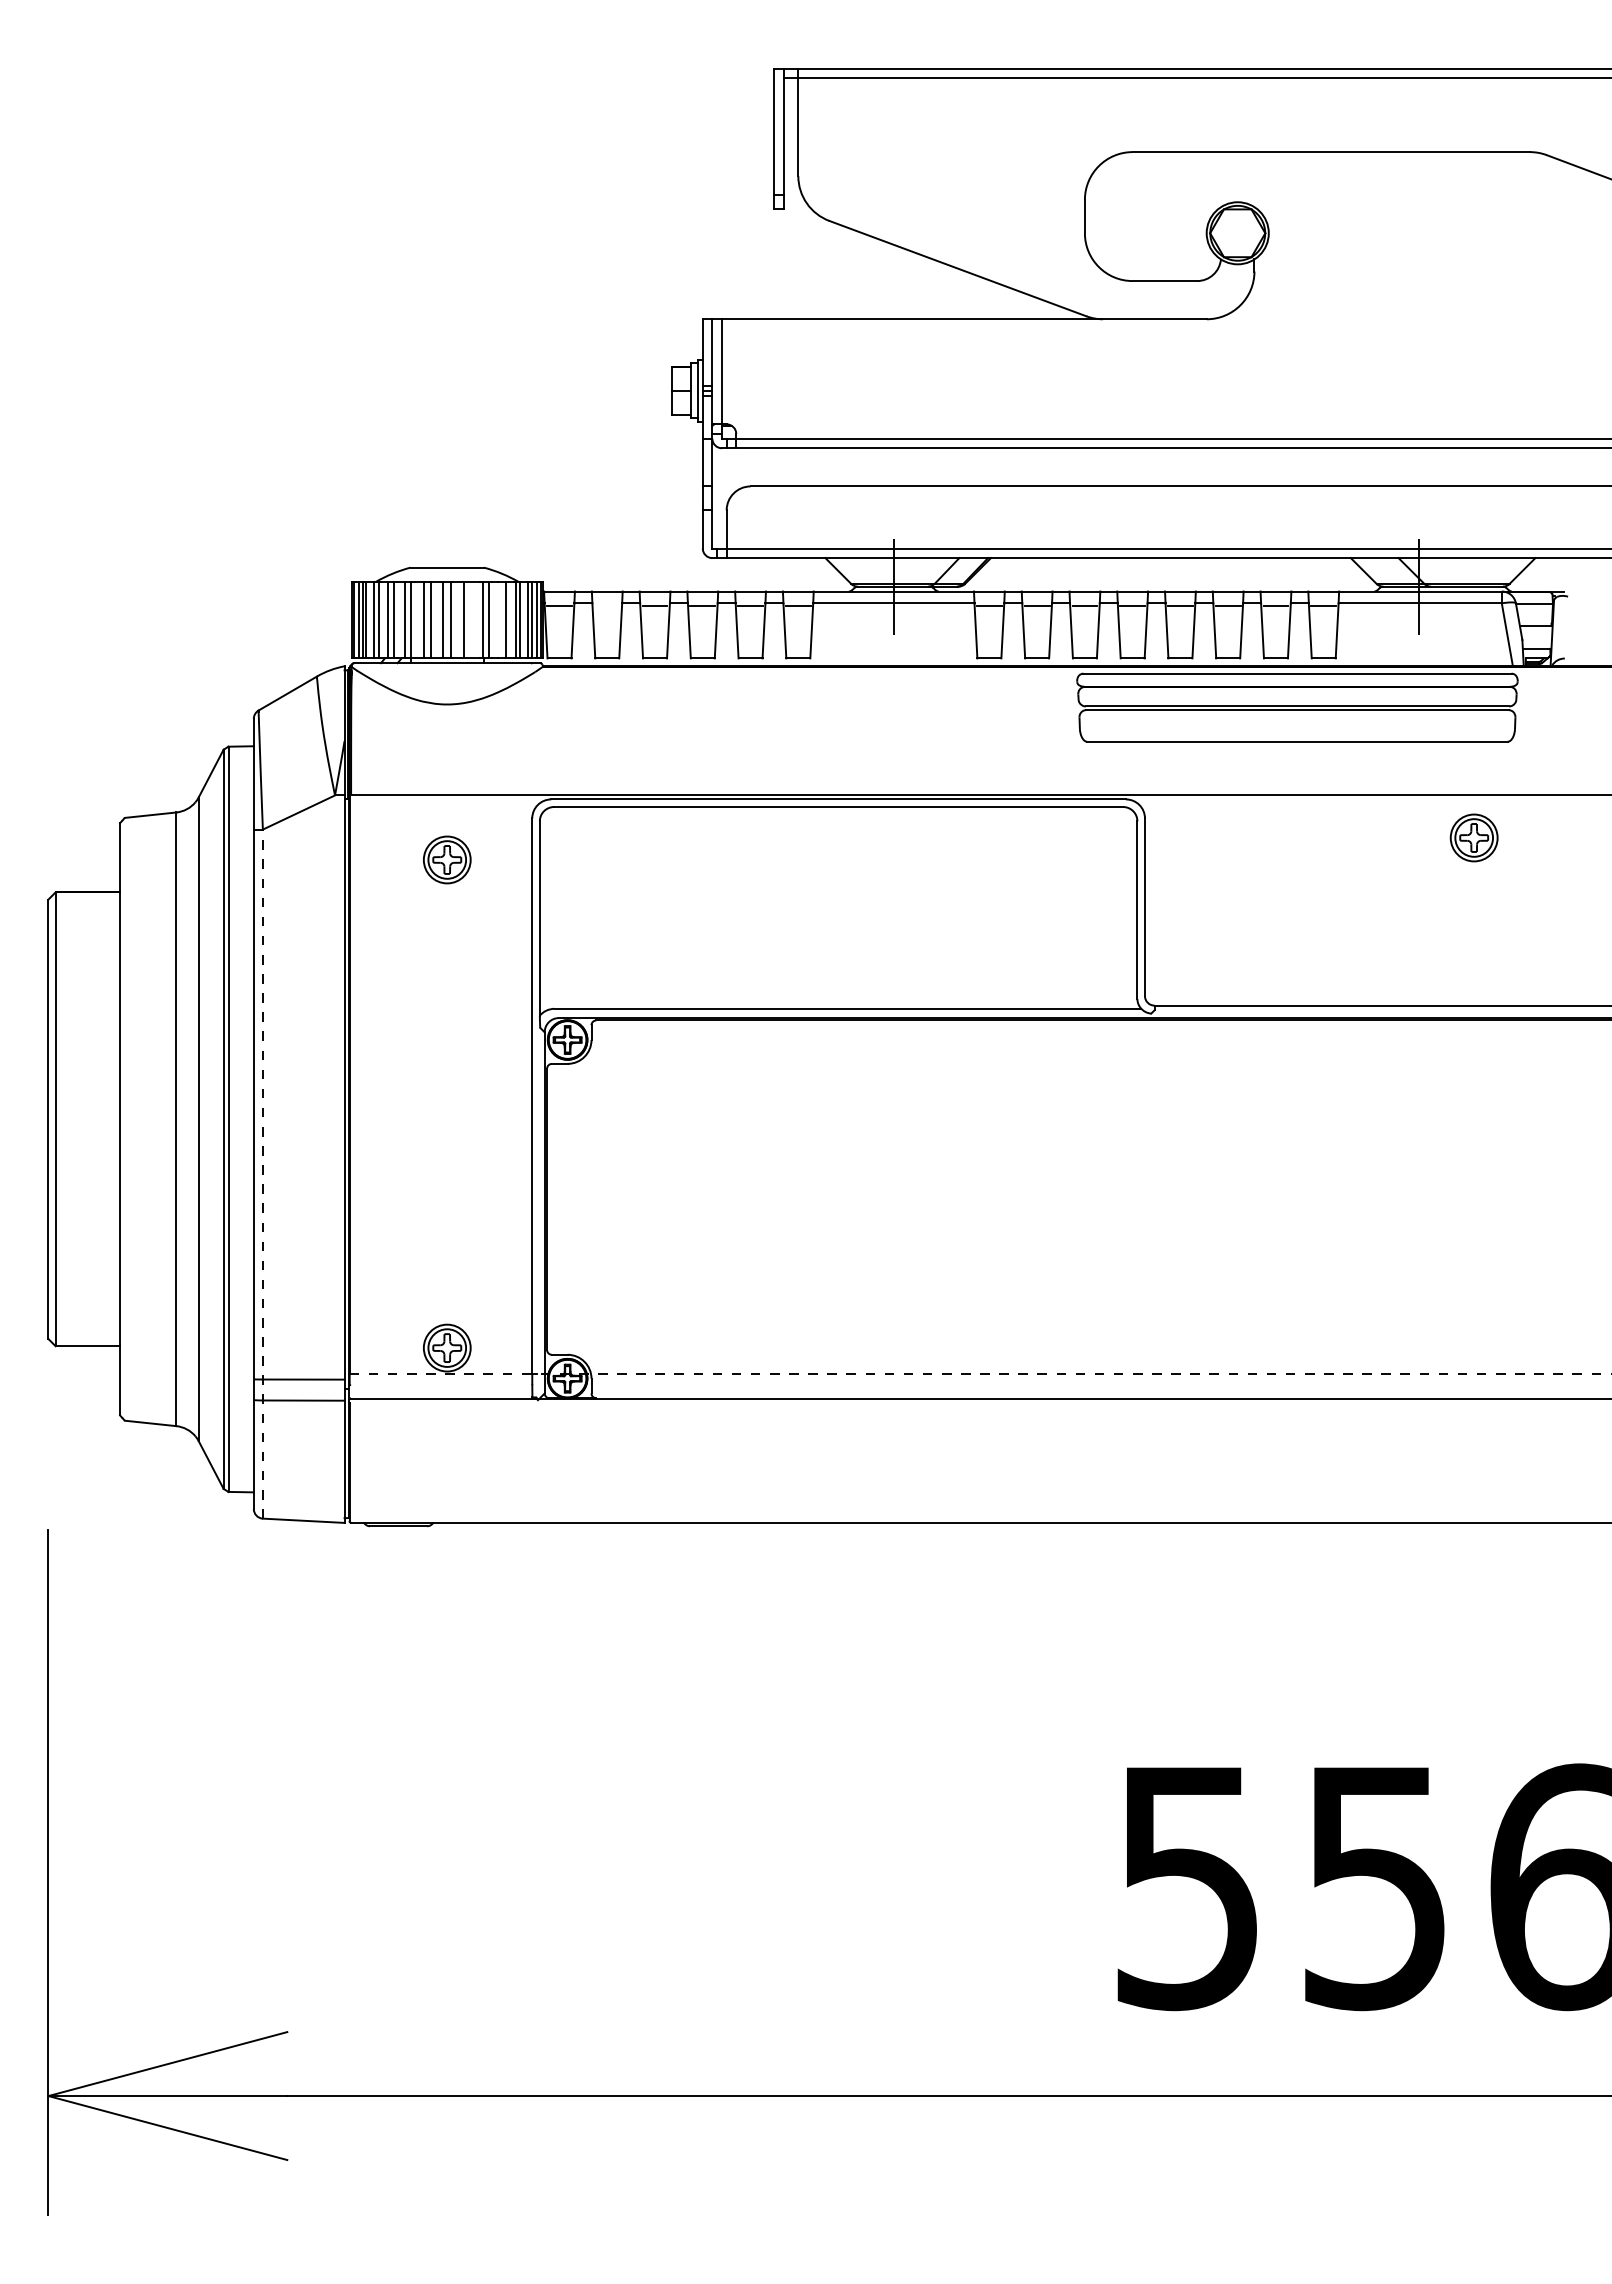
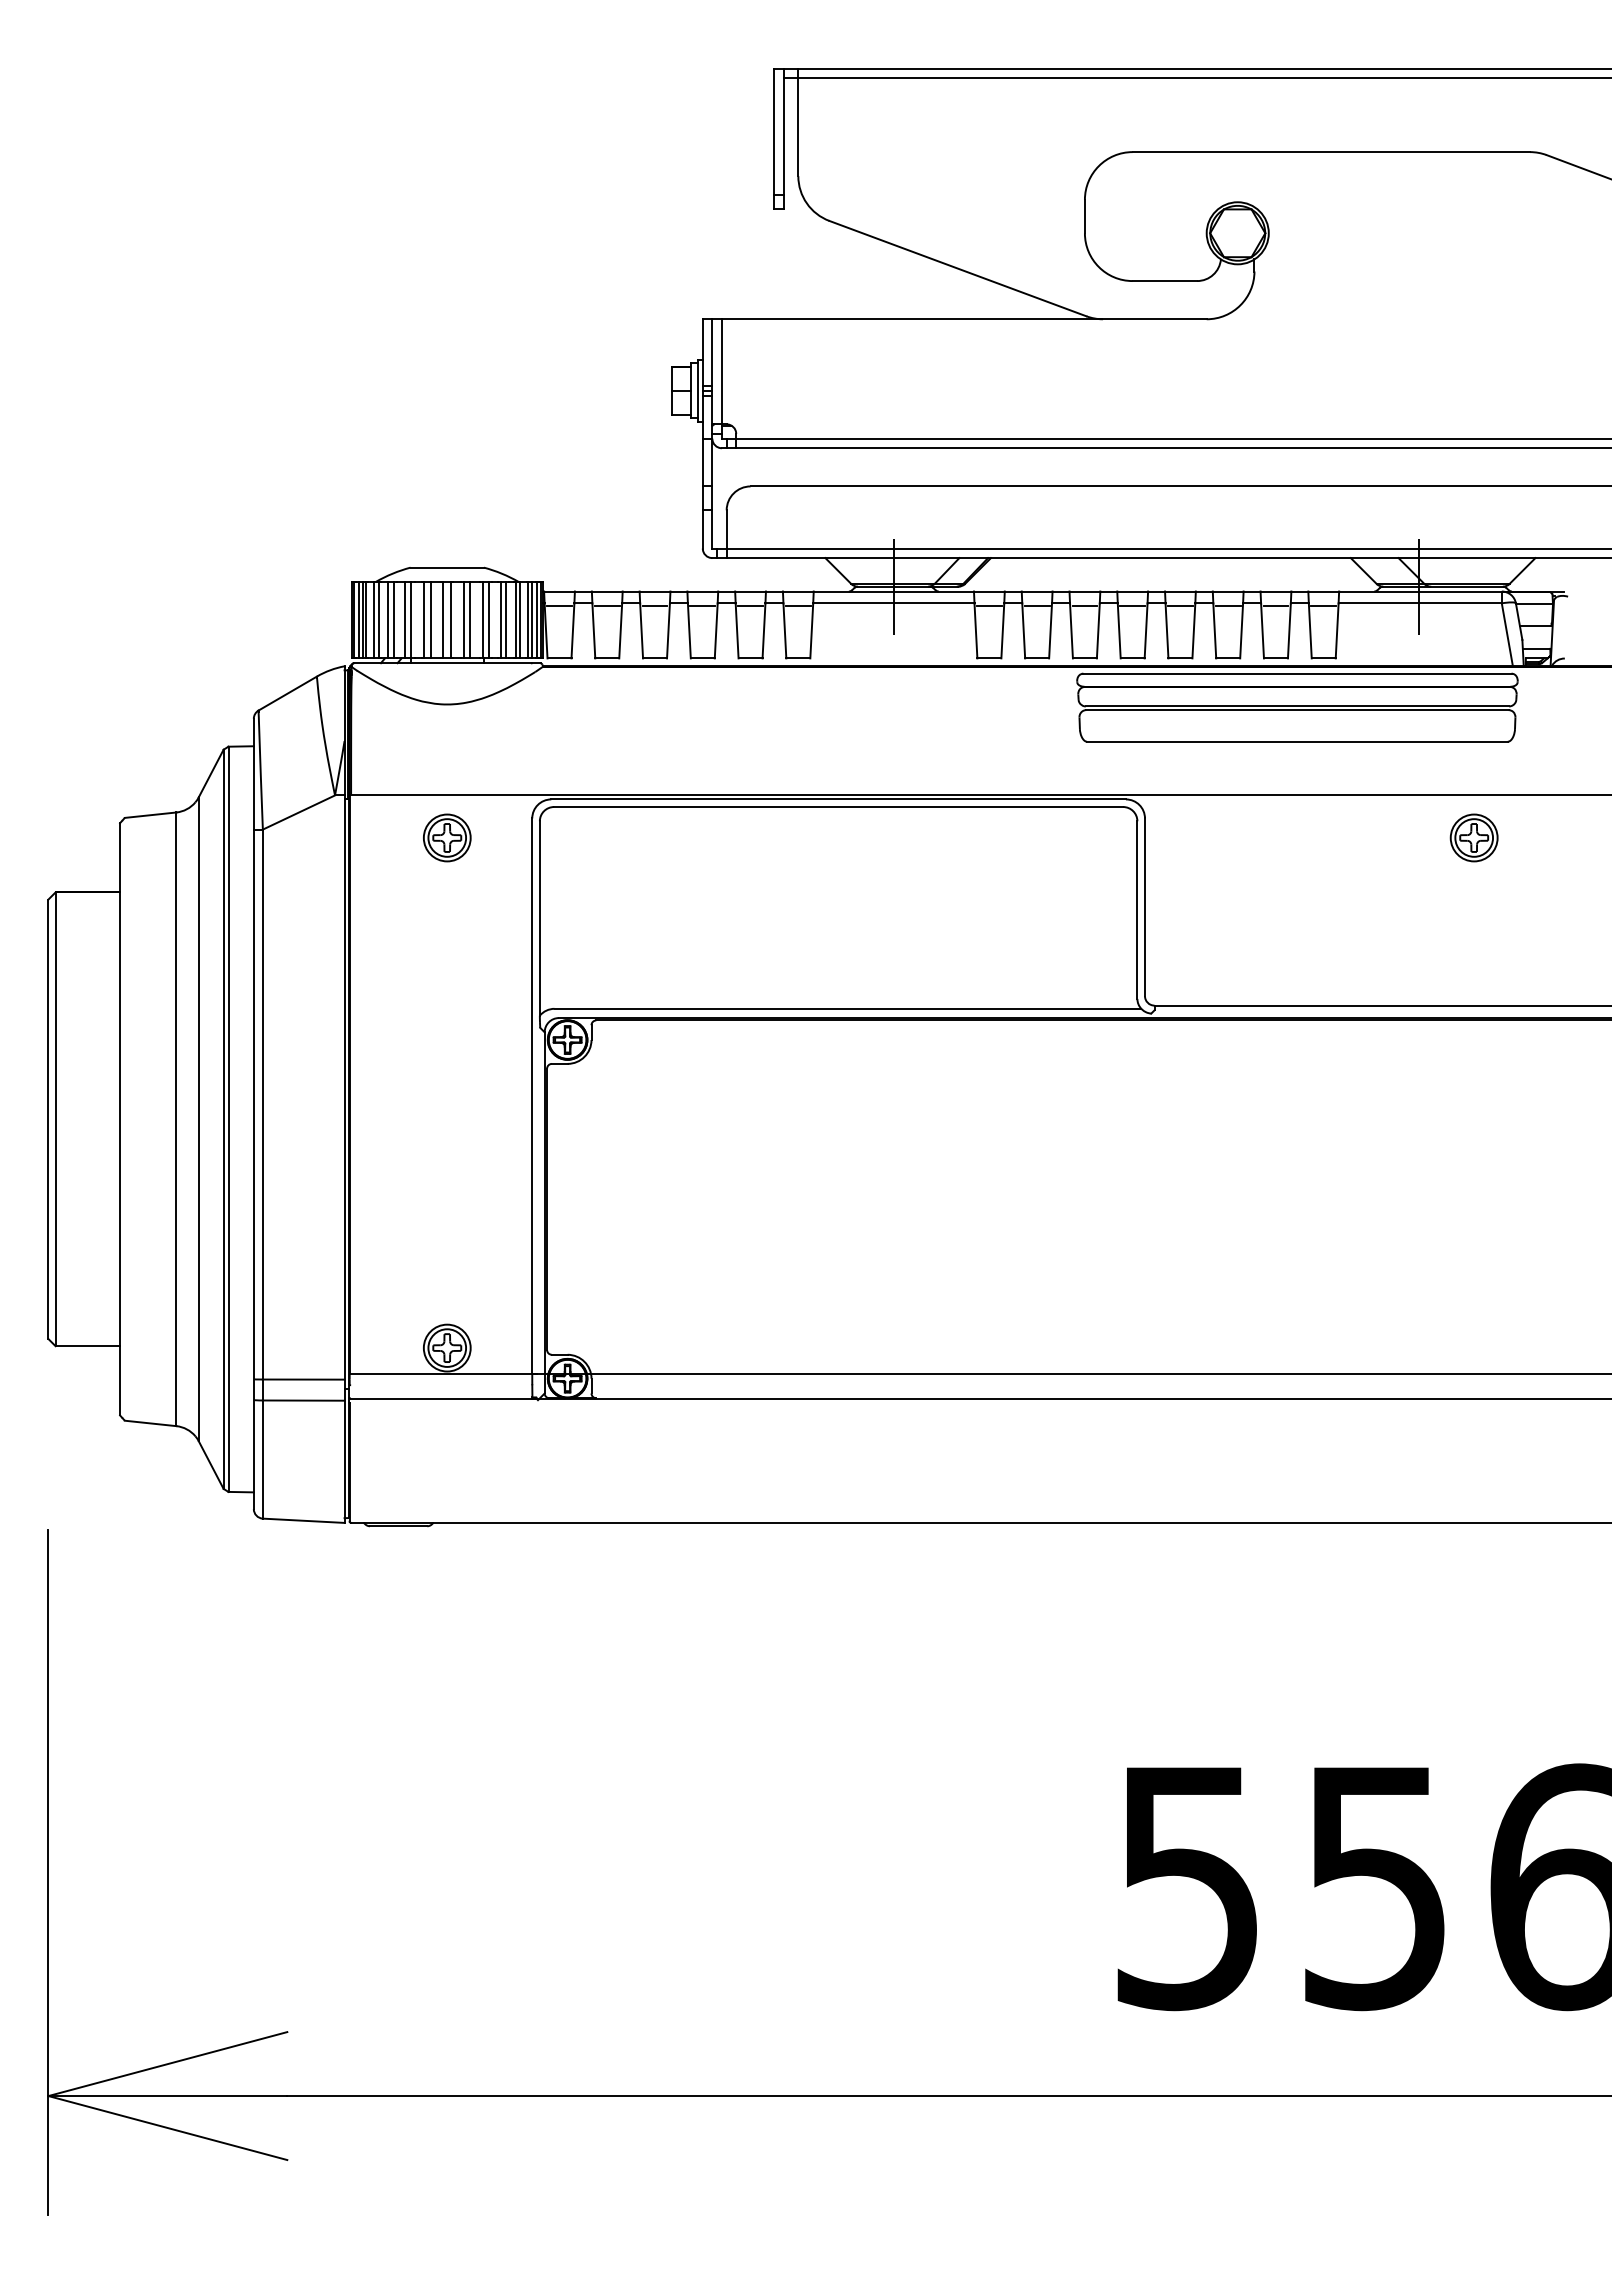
line at (606, 605): none -> present
line at (470, 619): none -> present
line at (500, 619): none -> present
part at (447, 859) position: (447, 859) -> (447, 837)
line at (262, 1174): dashed -> solid
line at (980, 1374): dashed -> solid
